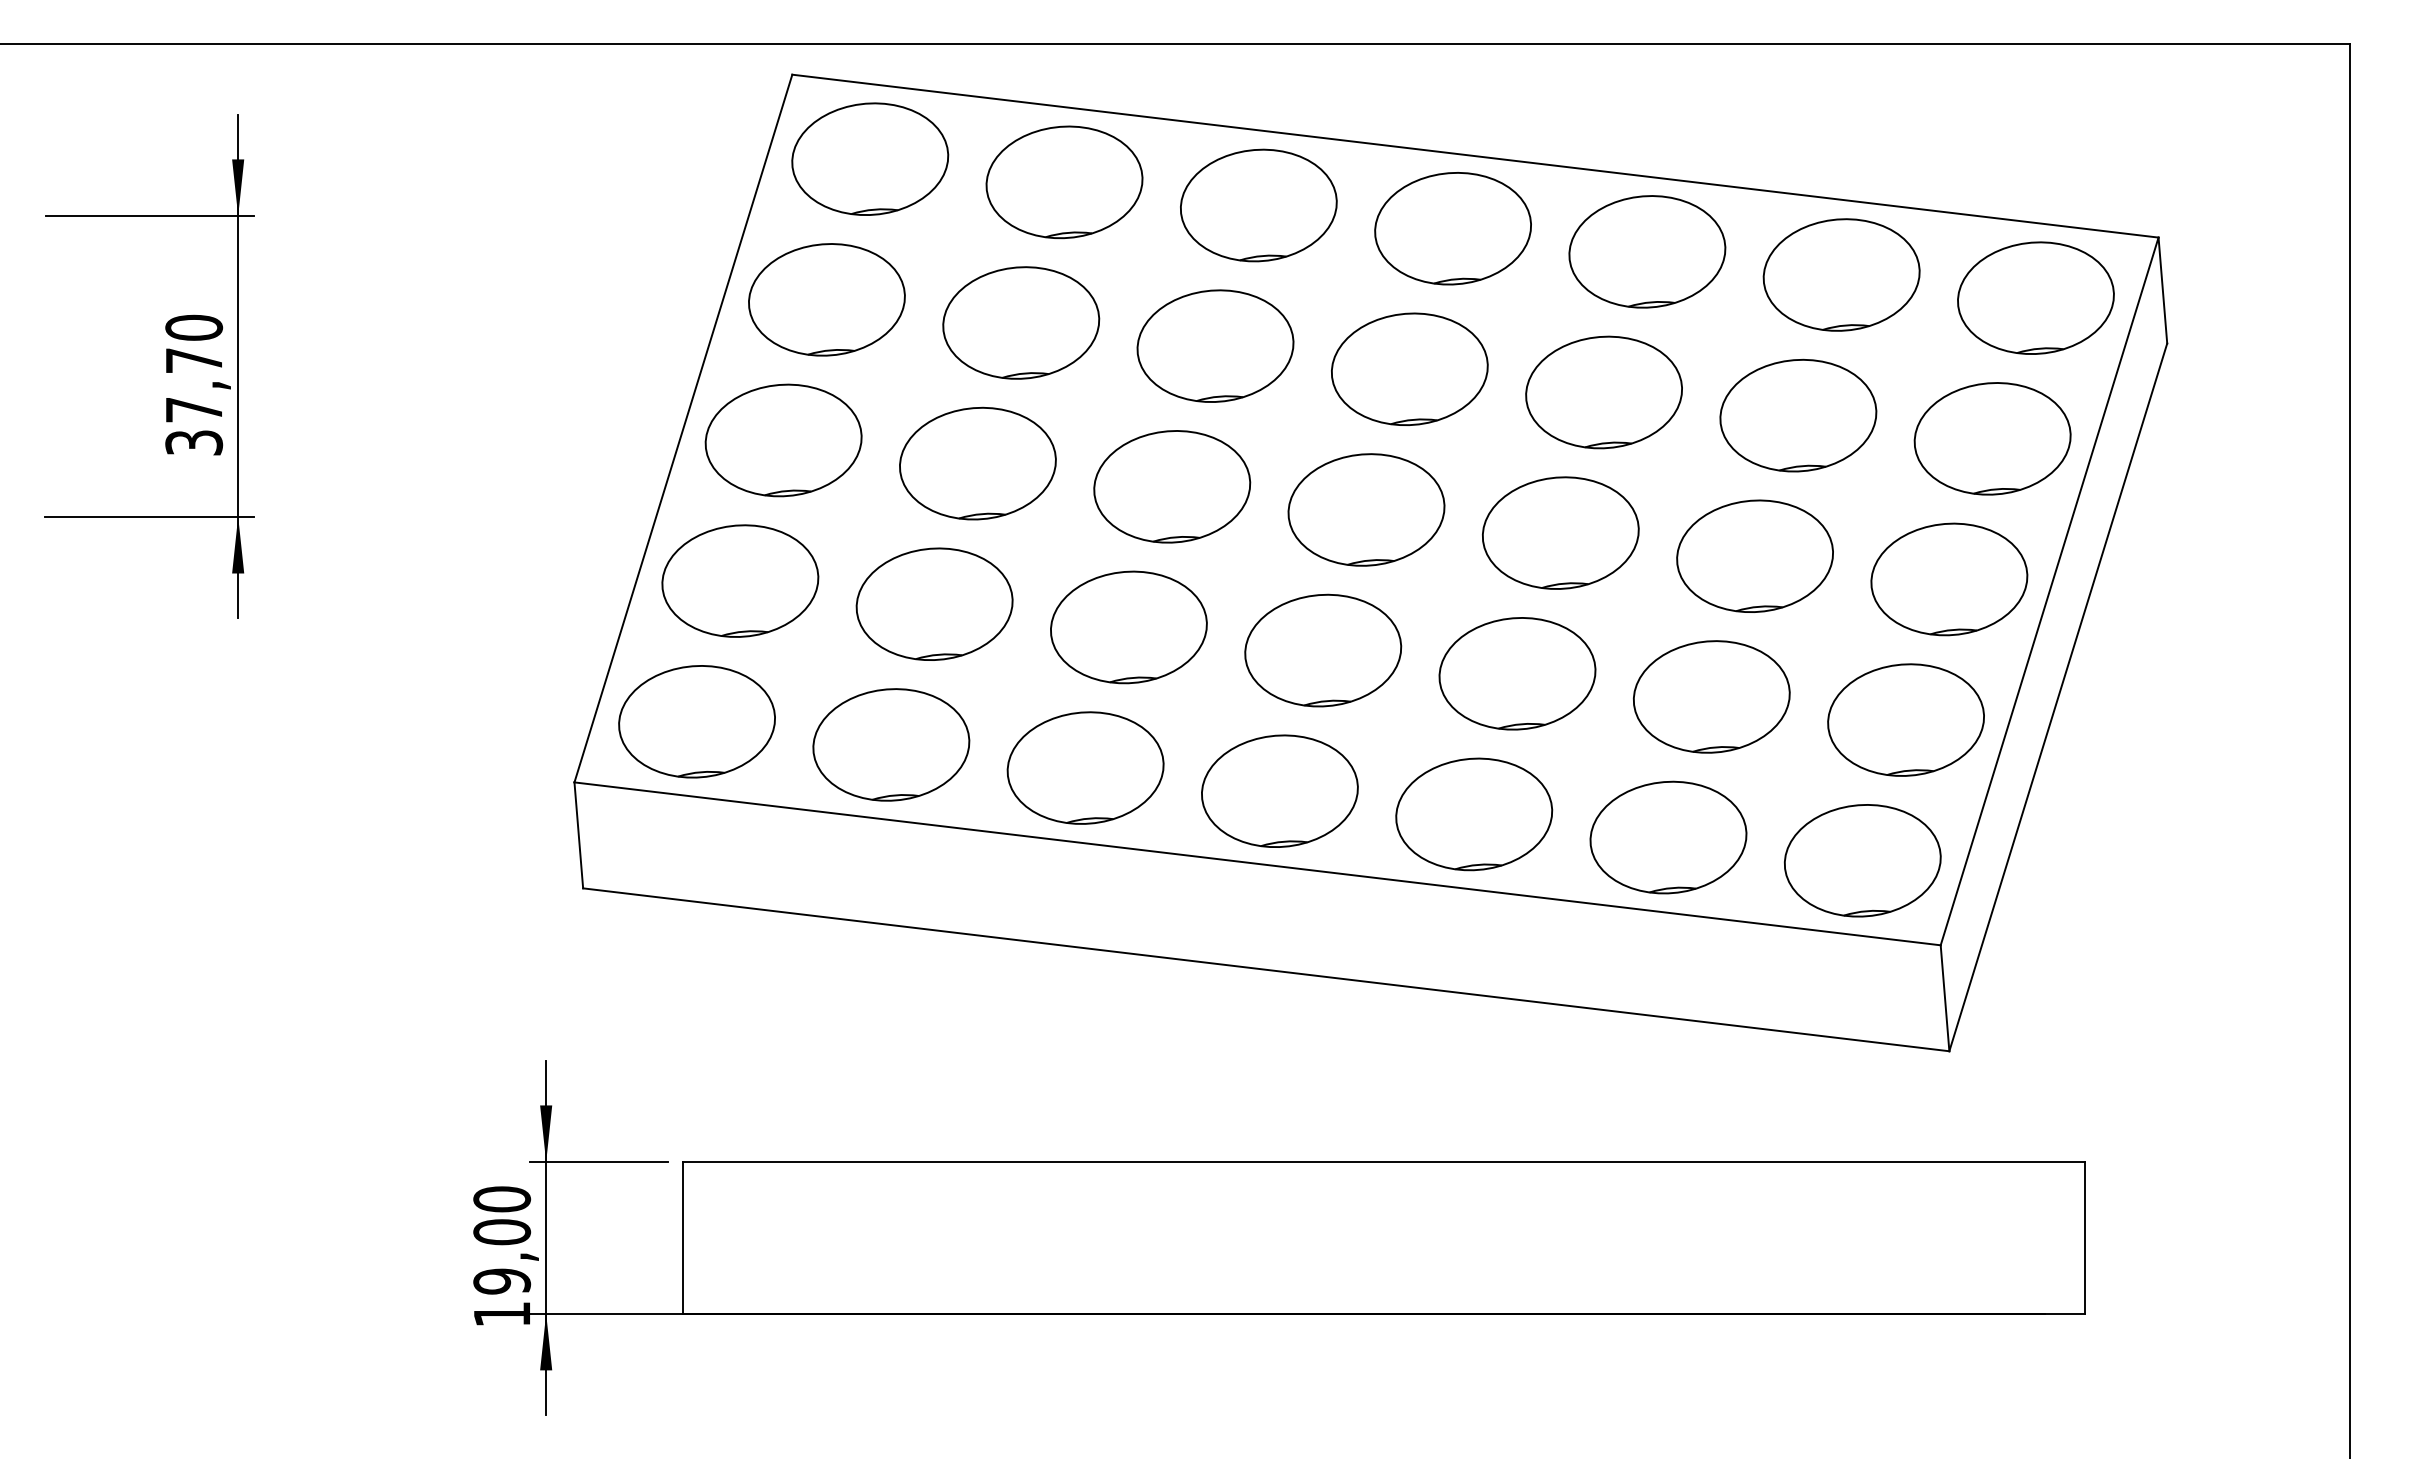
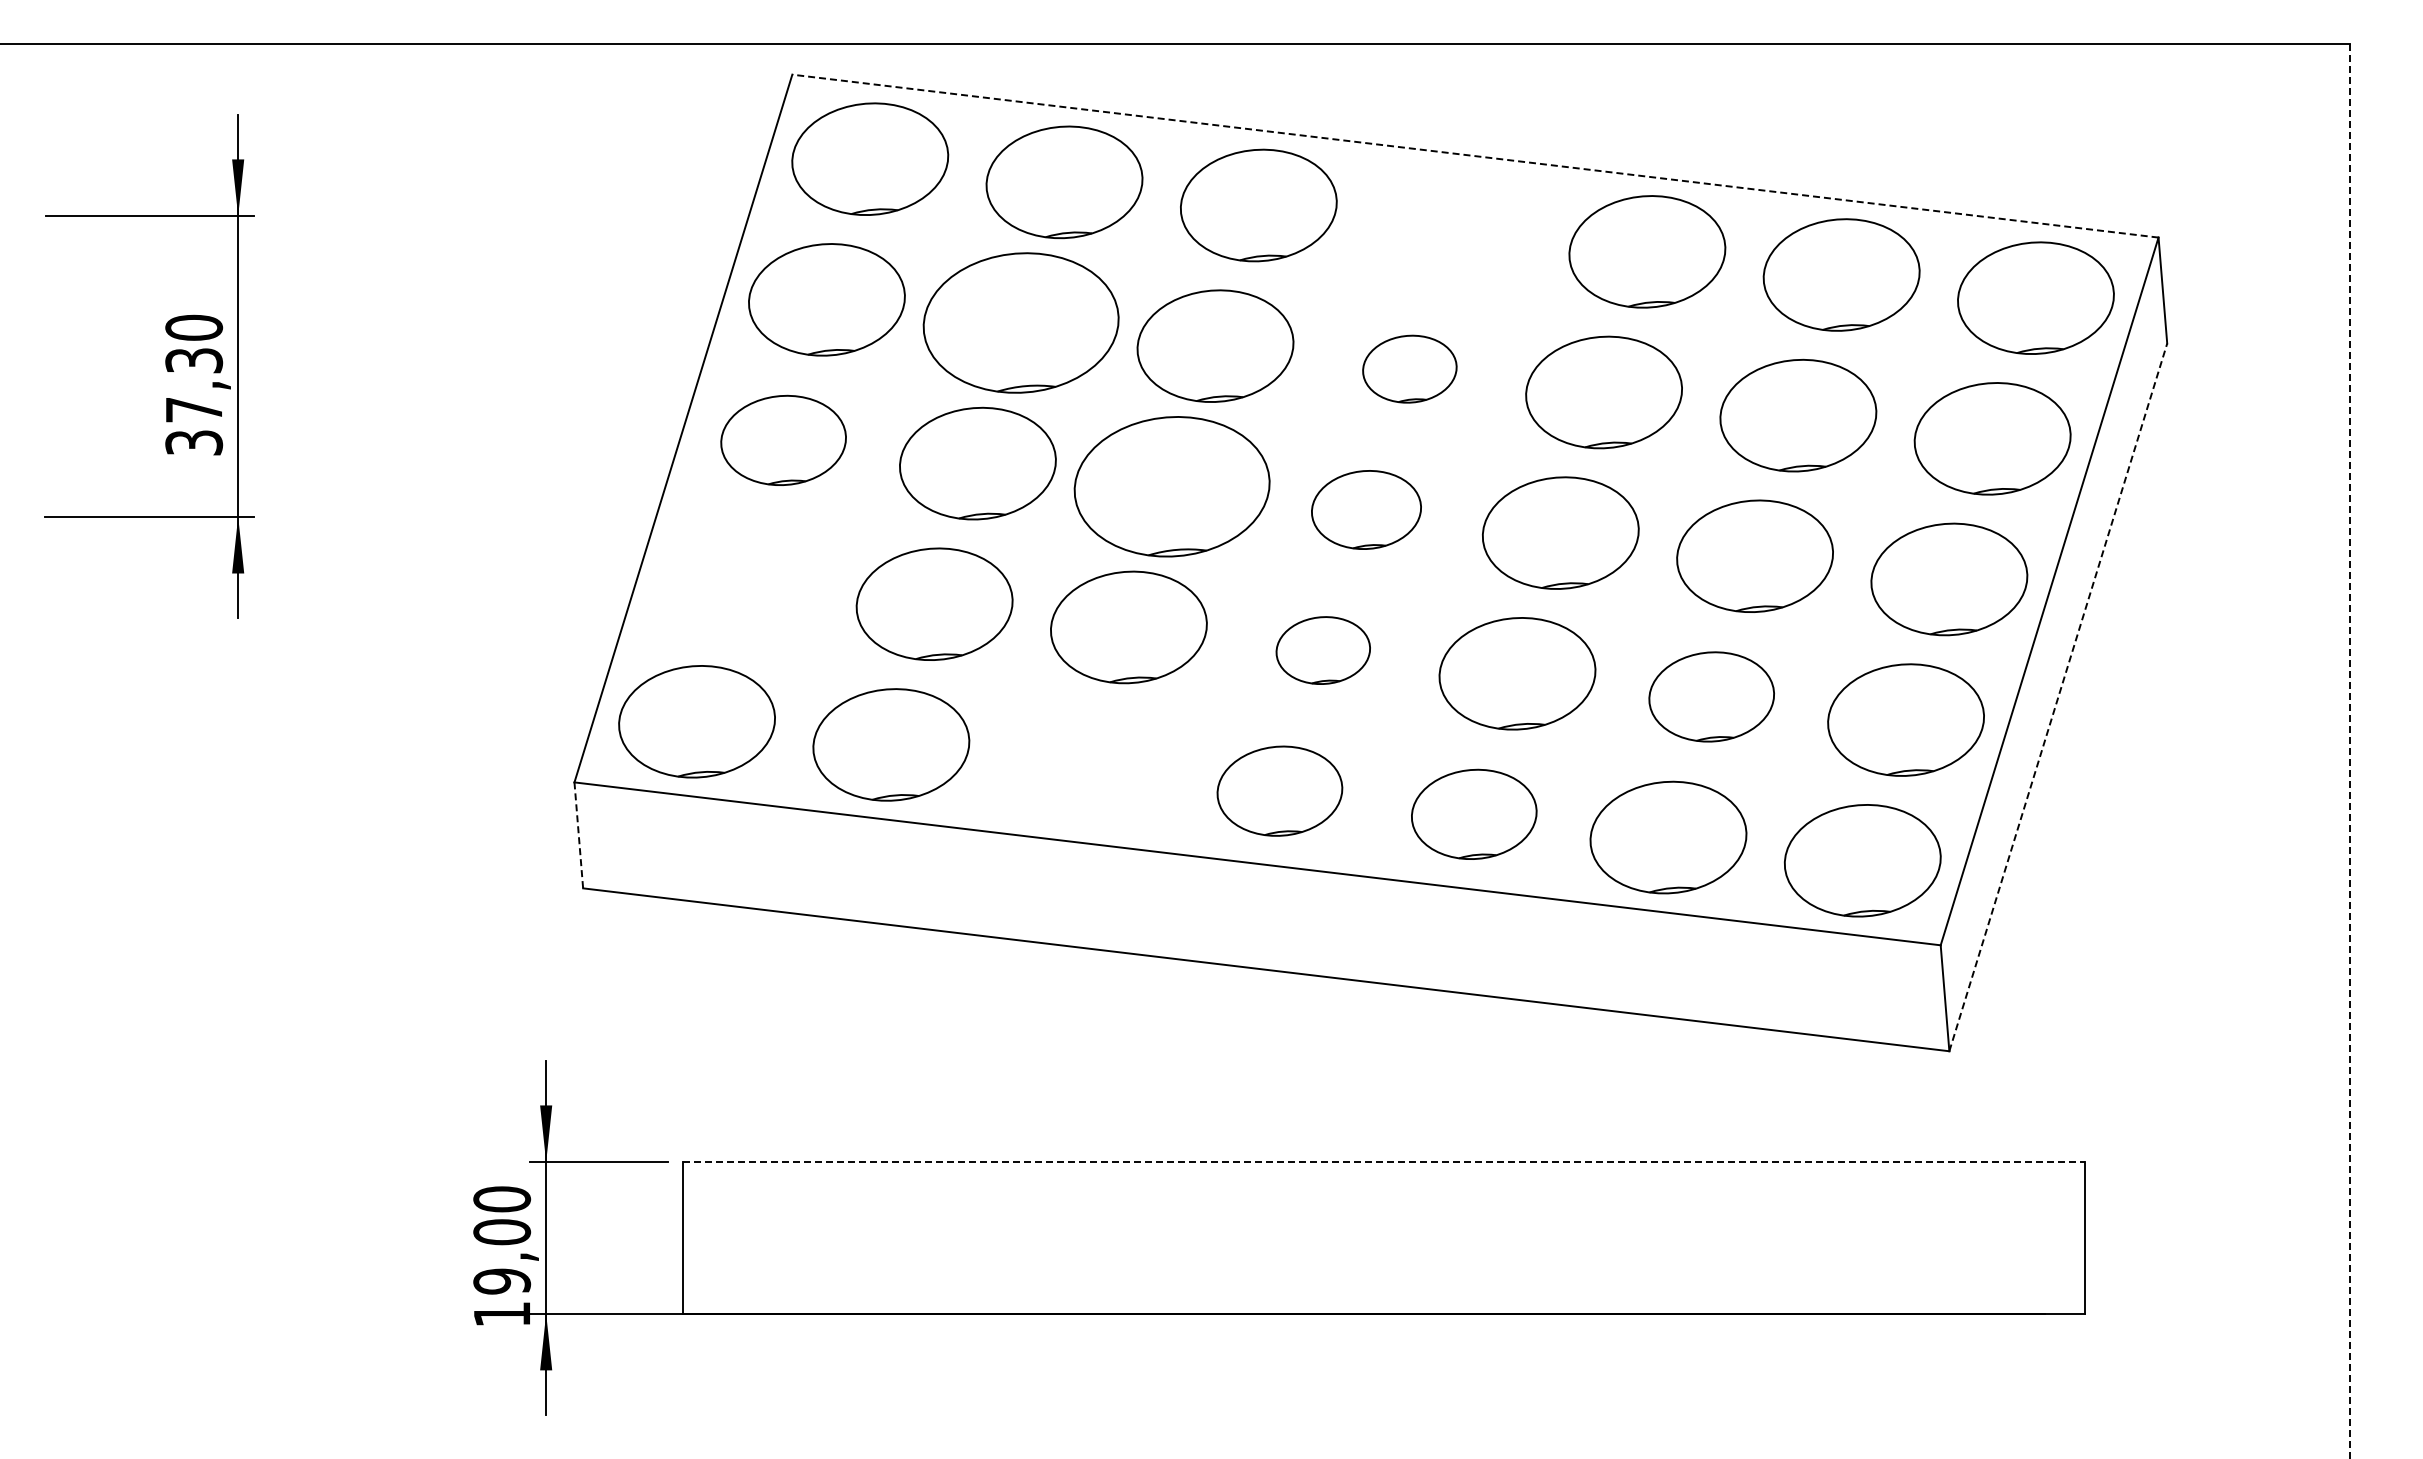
line at (1475, 156): solid -> dashed
part at (1452, 228): present -> none
part at (1021, 322) size: 159x114 px -> 198x142 px
text at (194, 360): 37,70 -> 37,30
part at (1409, 368) size: 158x114 px -> 96x70 px
part at (783, 440) size: 159x115 px -> 127x92 px
part at (1172, 486) size: 159x114 px -> 198x142 px
part at (1366, 509) size: 159x114 px -> 111x80 px
part at (740, 580): present -> none
part at (1323, 650) size: 159x115 px -> 96x69 px
part at (1711, 696) size: 159x114 px -> 127x92 px
line at (2058, 696): solid -> dashed
line at (2350, 751): solid -> dashed
part at (1085, 767): present -> none
part at (1279, 790) size: 158x114 px -> 128x92 px
part at (1474, 814) size: 159x115 px -> 127x92 px
line at (578, 835): solid -> dashed
line at (1384, 1162): solid -> dashed
